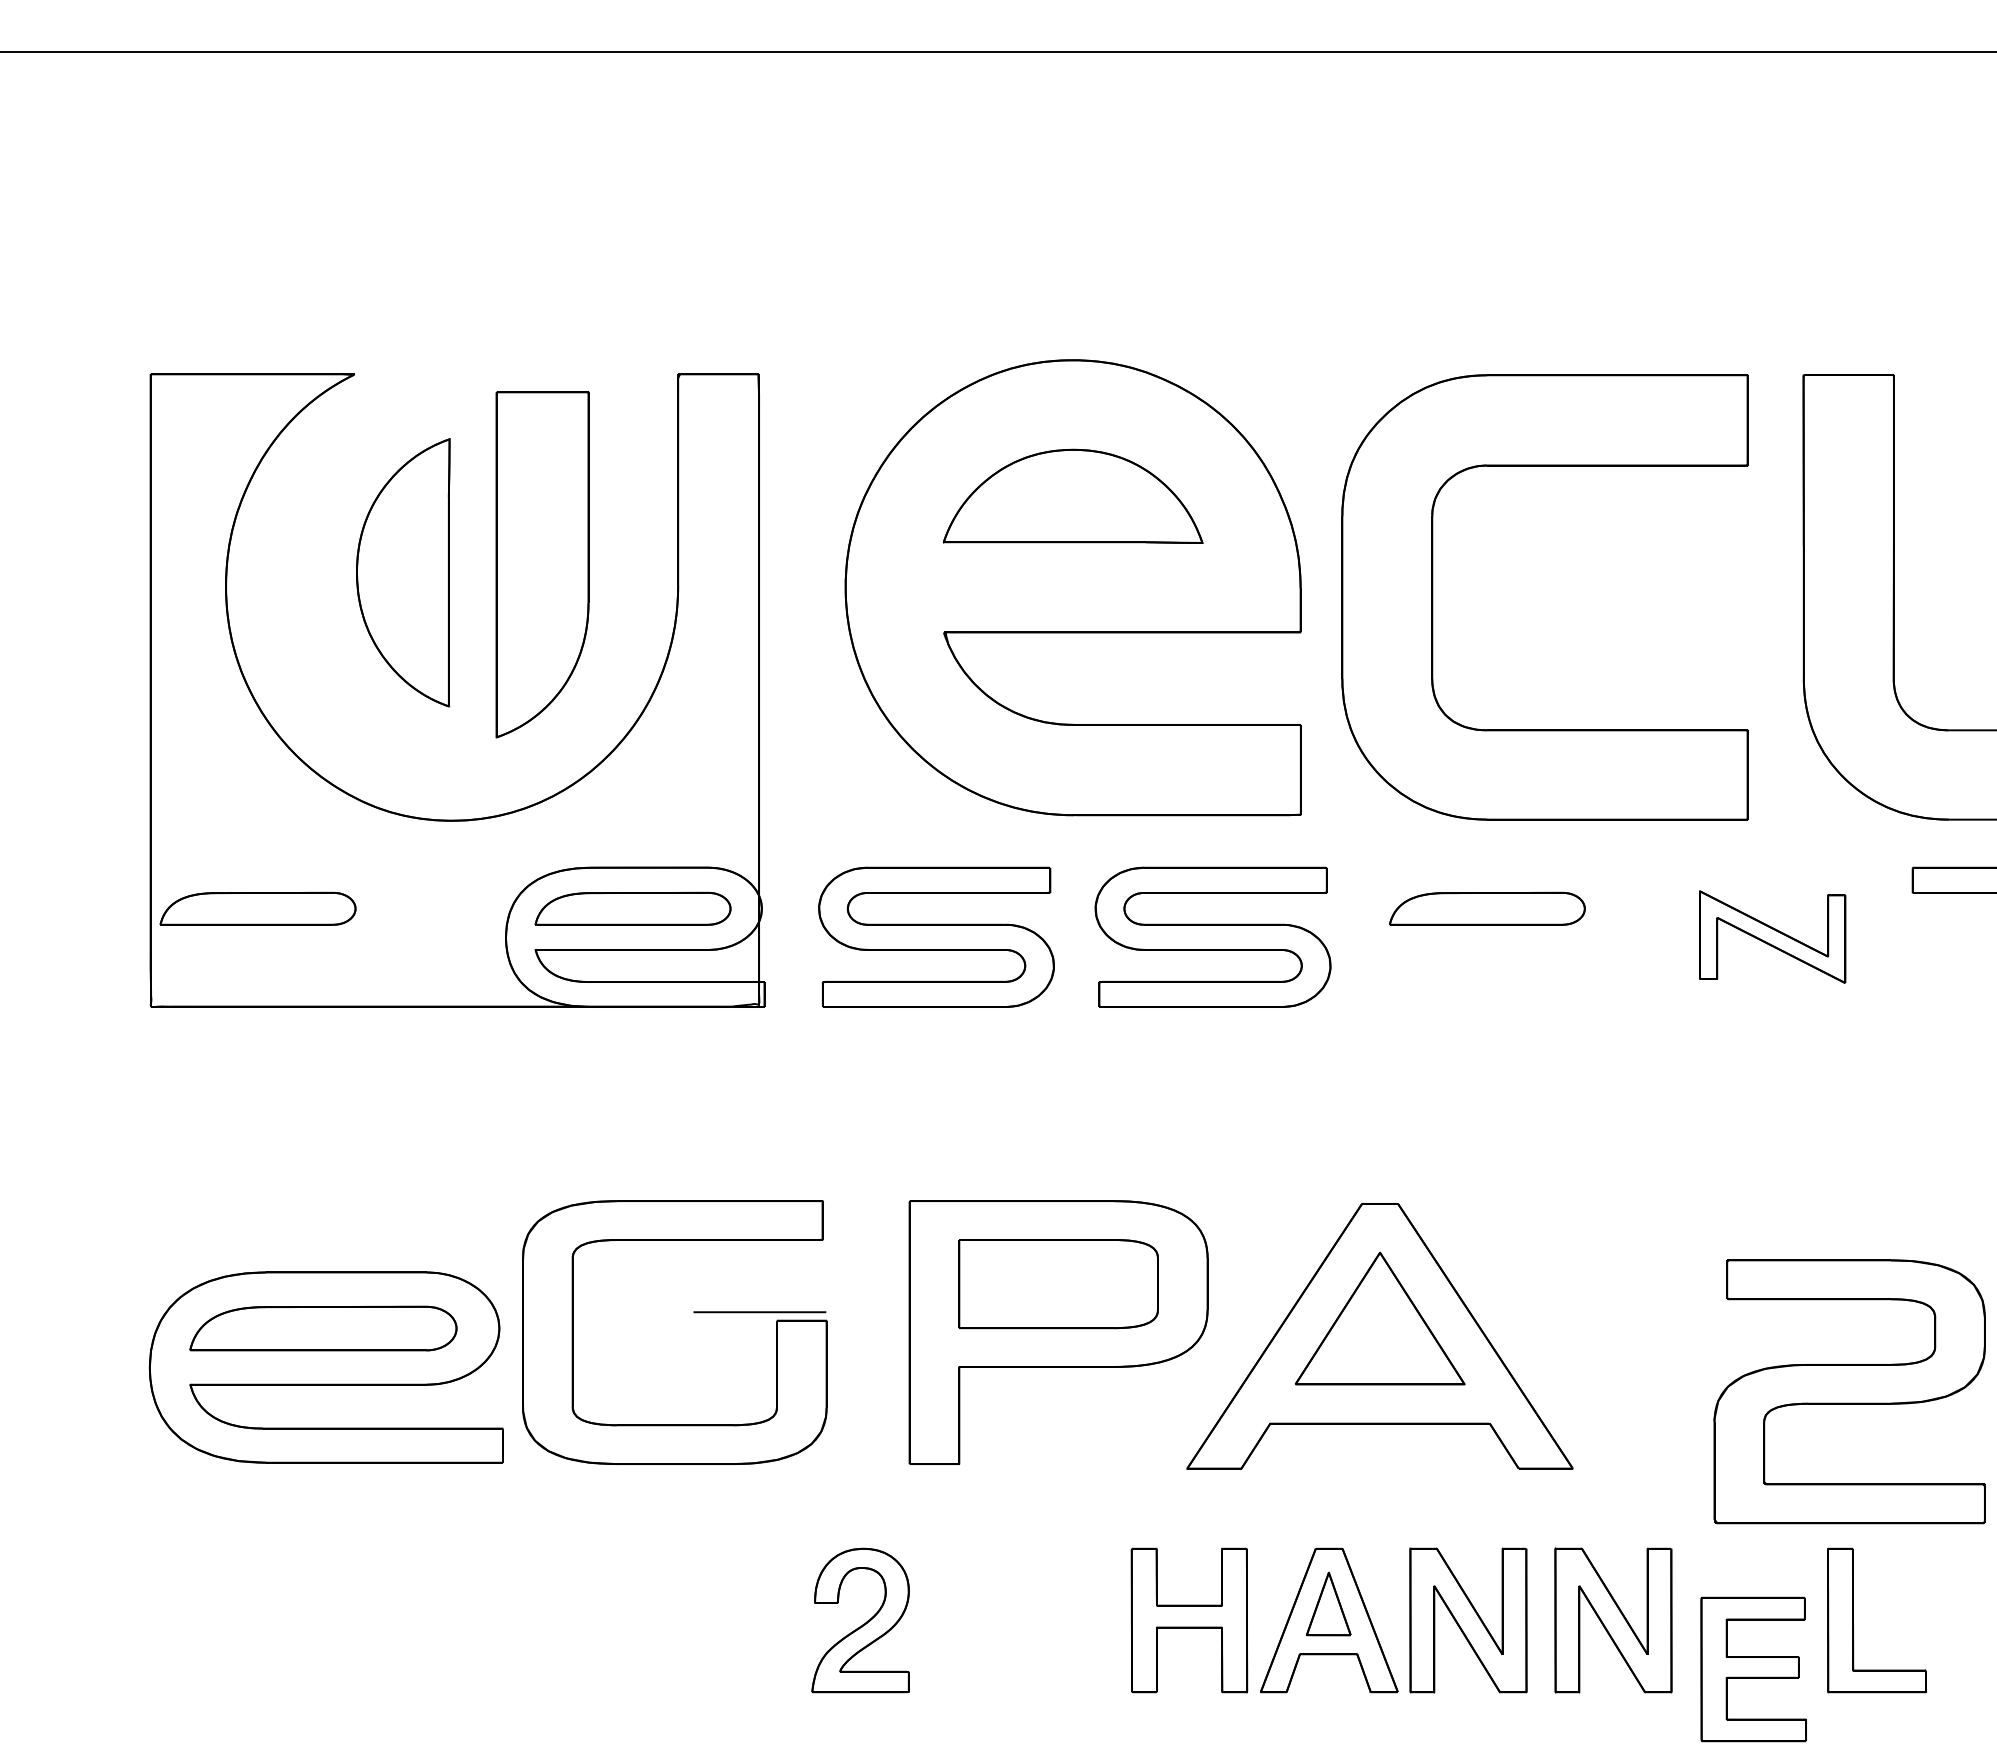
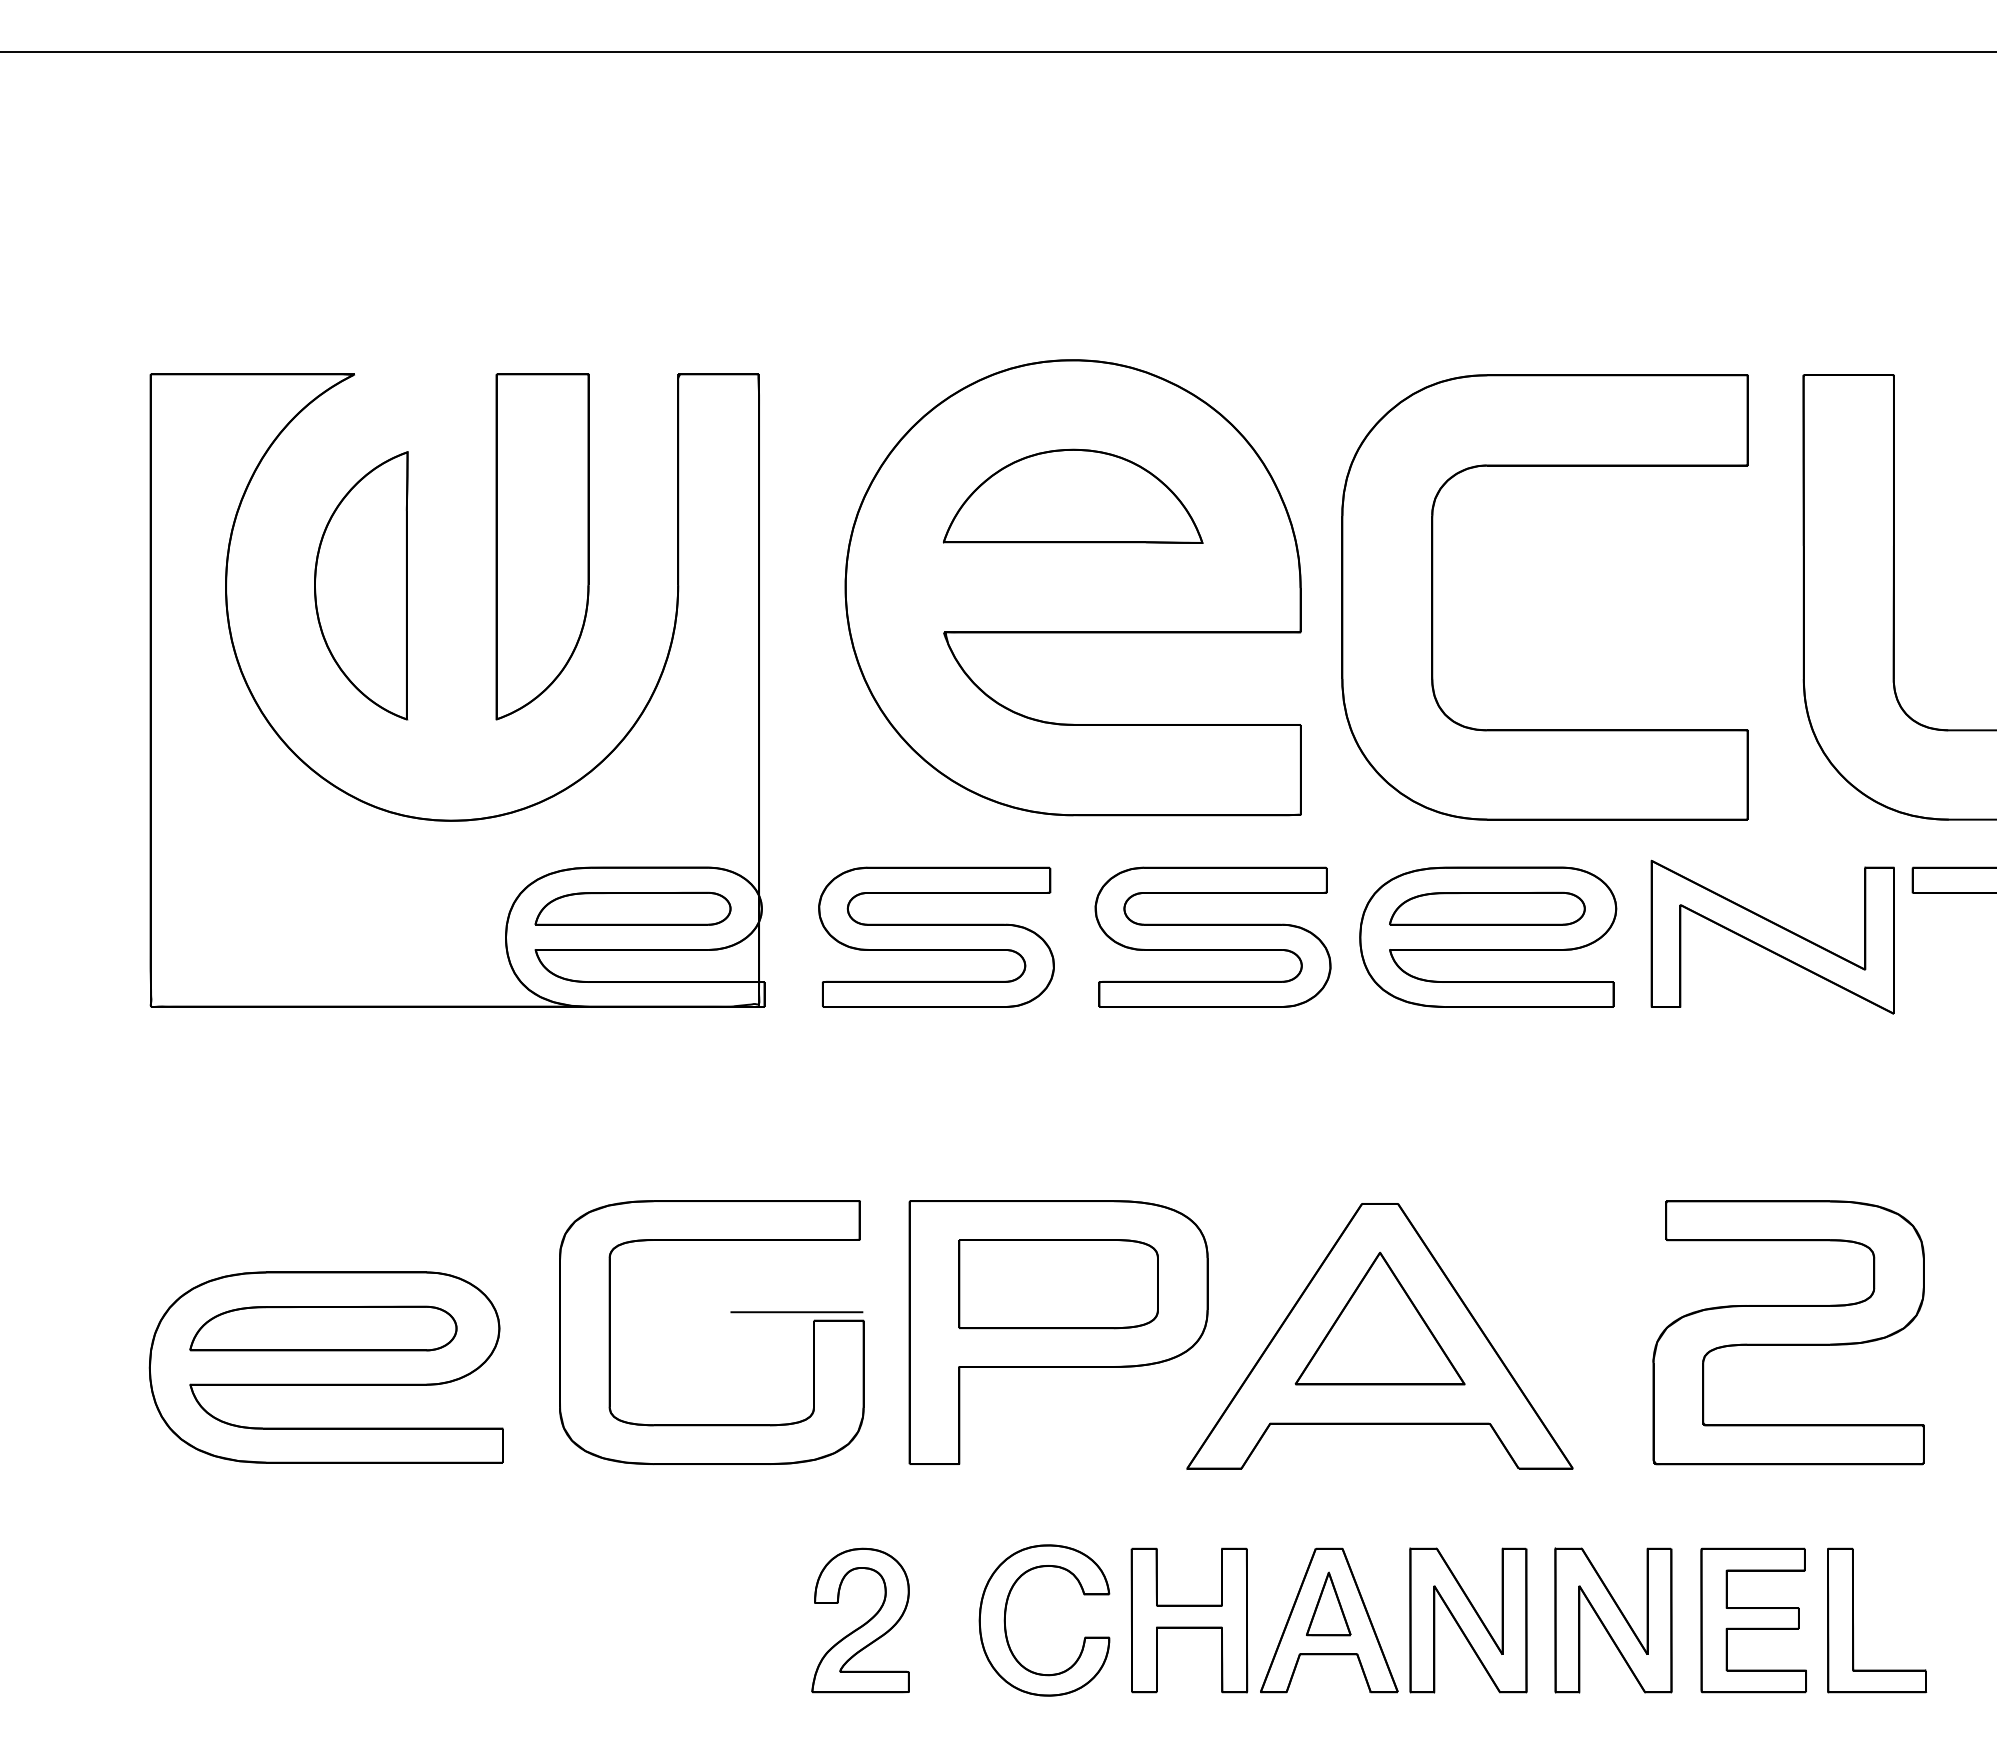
part at (542, 564) position: (542, 564) -> (542, 546)
part at (403, 572) position: (403, 572) -> (361, 585)
part at (257, 908): present -> none
part at (1488, 936): none -> present
part at (1772, 936) size: 148x94 px -> 245x156 px
part at (693, 1312) position: (693, 1312) -> (730, 1312)
part at (1849, 1391) position: (1849, 1391) -> (1788, 1332)
part at (1006, 1613): none -> present
part at (1753, 1669) position: (1753, 1669) -> (1753, 1620)
